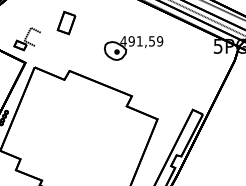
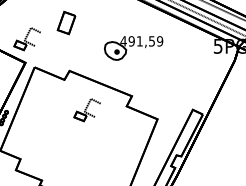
part at (86, 110): none -> present
